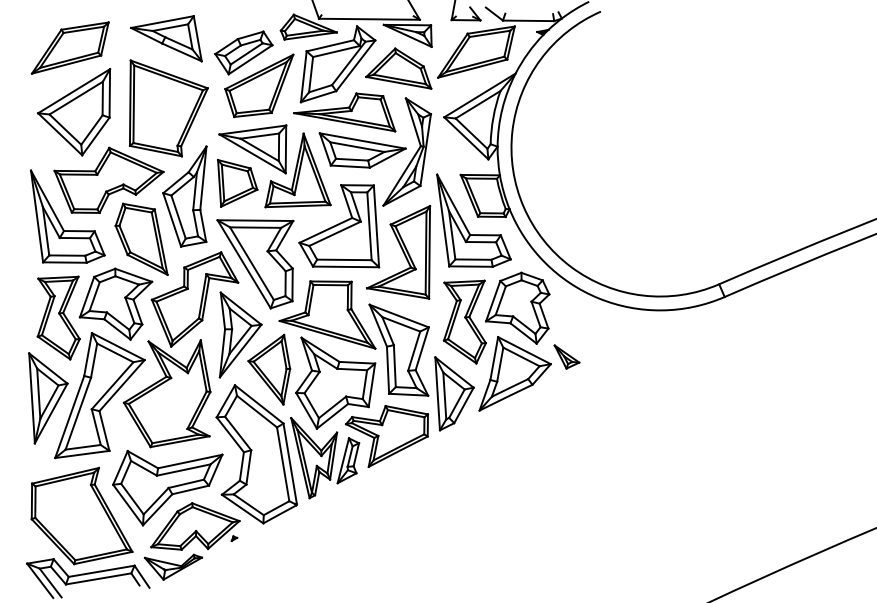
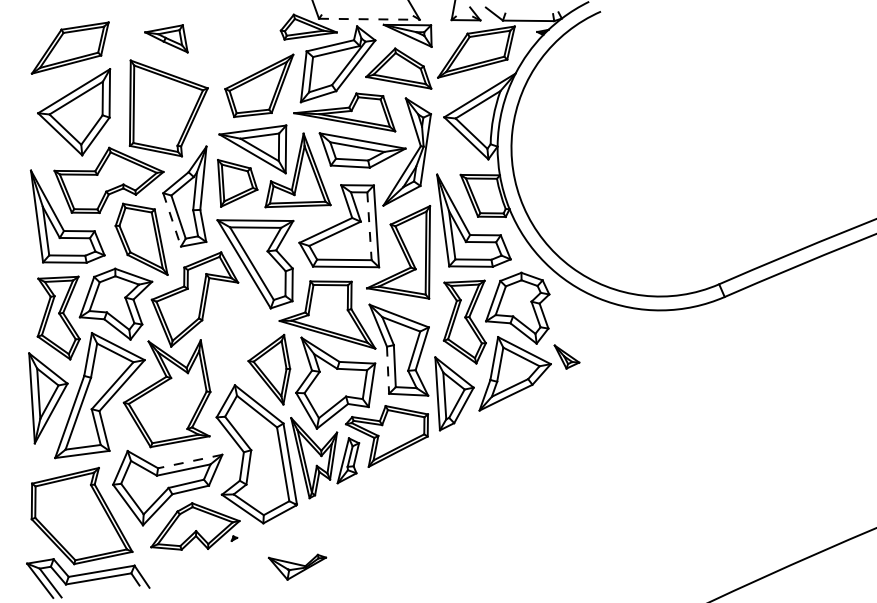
line at (369, 19): solid -> dashed
part at (166, 38) size: 73x48 px -> 45x30 px
part at (243, 52): present -> none
line at (172, 220): solid -> dashed
line at (369, 226): solid -> dashed
part at (240, 334): present -> none
line at (388, 370): solid -> dashed
line at (190, 461): solid -> dashed
part at (173, 566) position: (173, 566) -> (297, 566)
